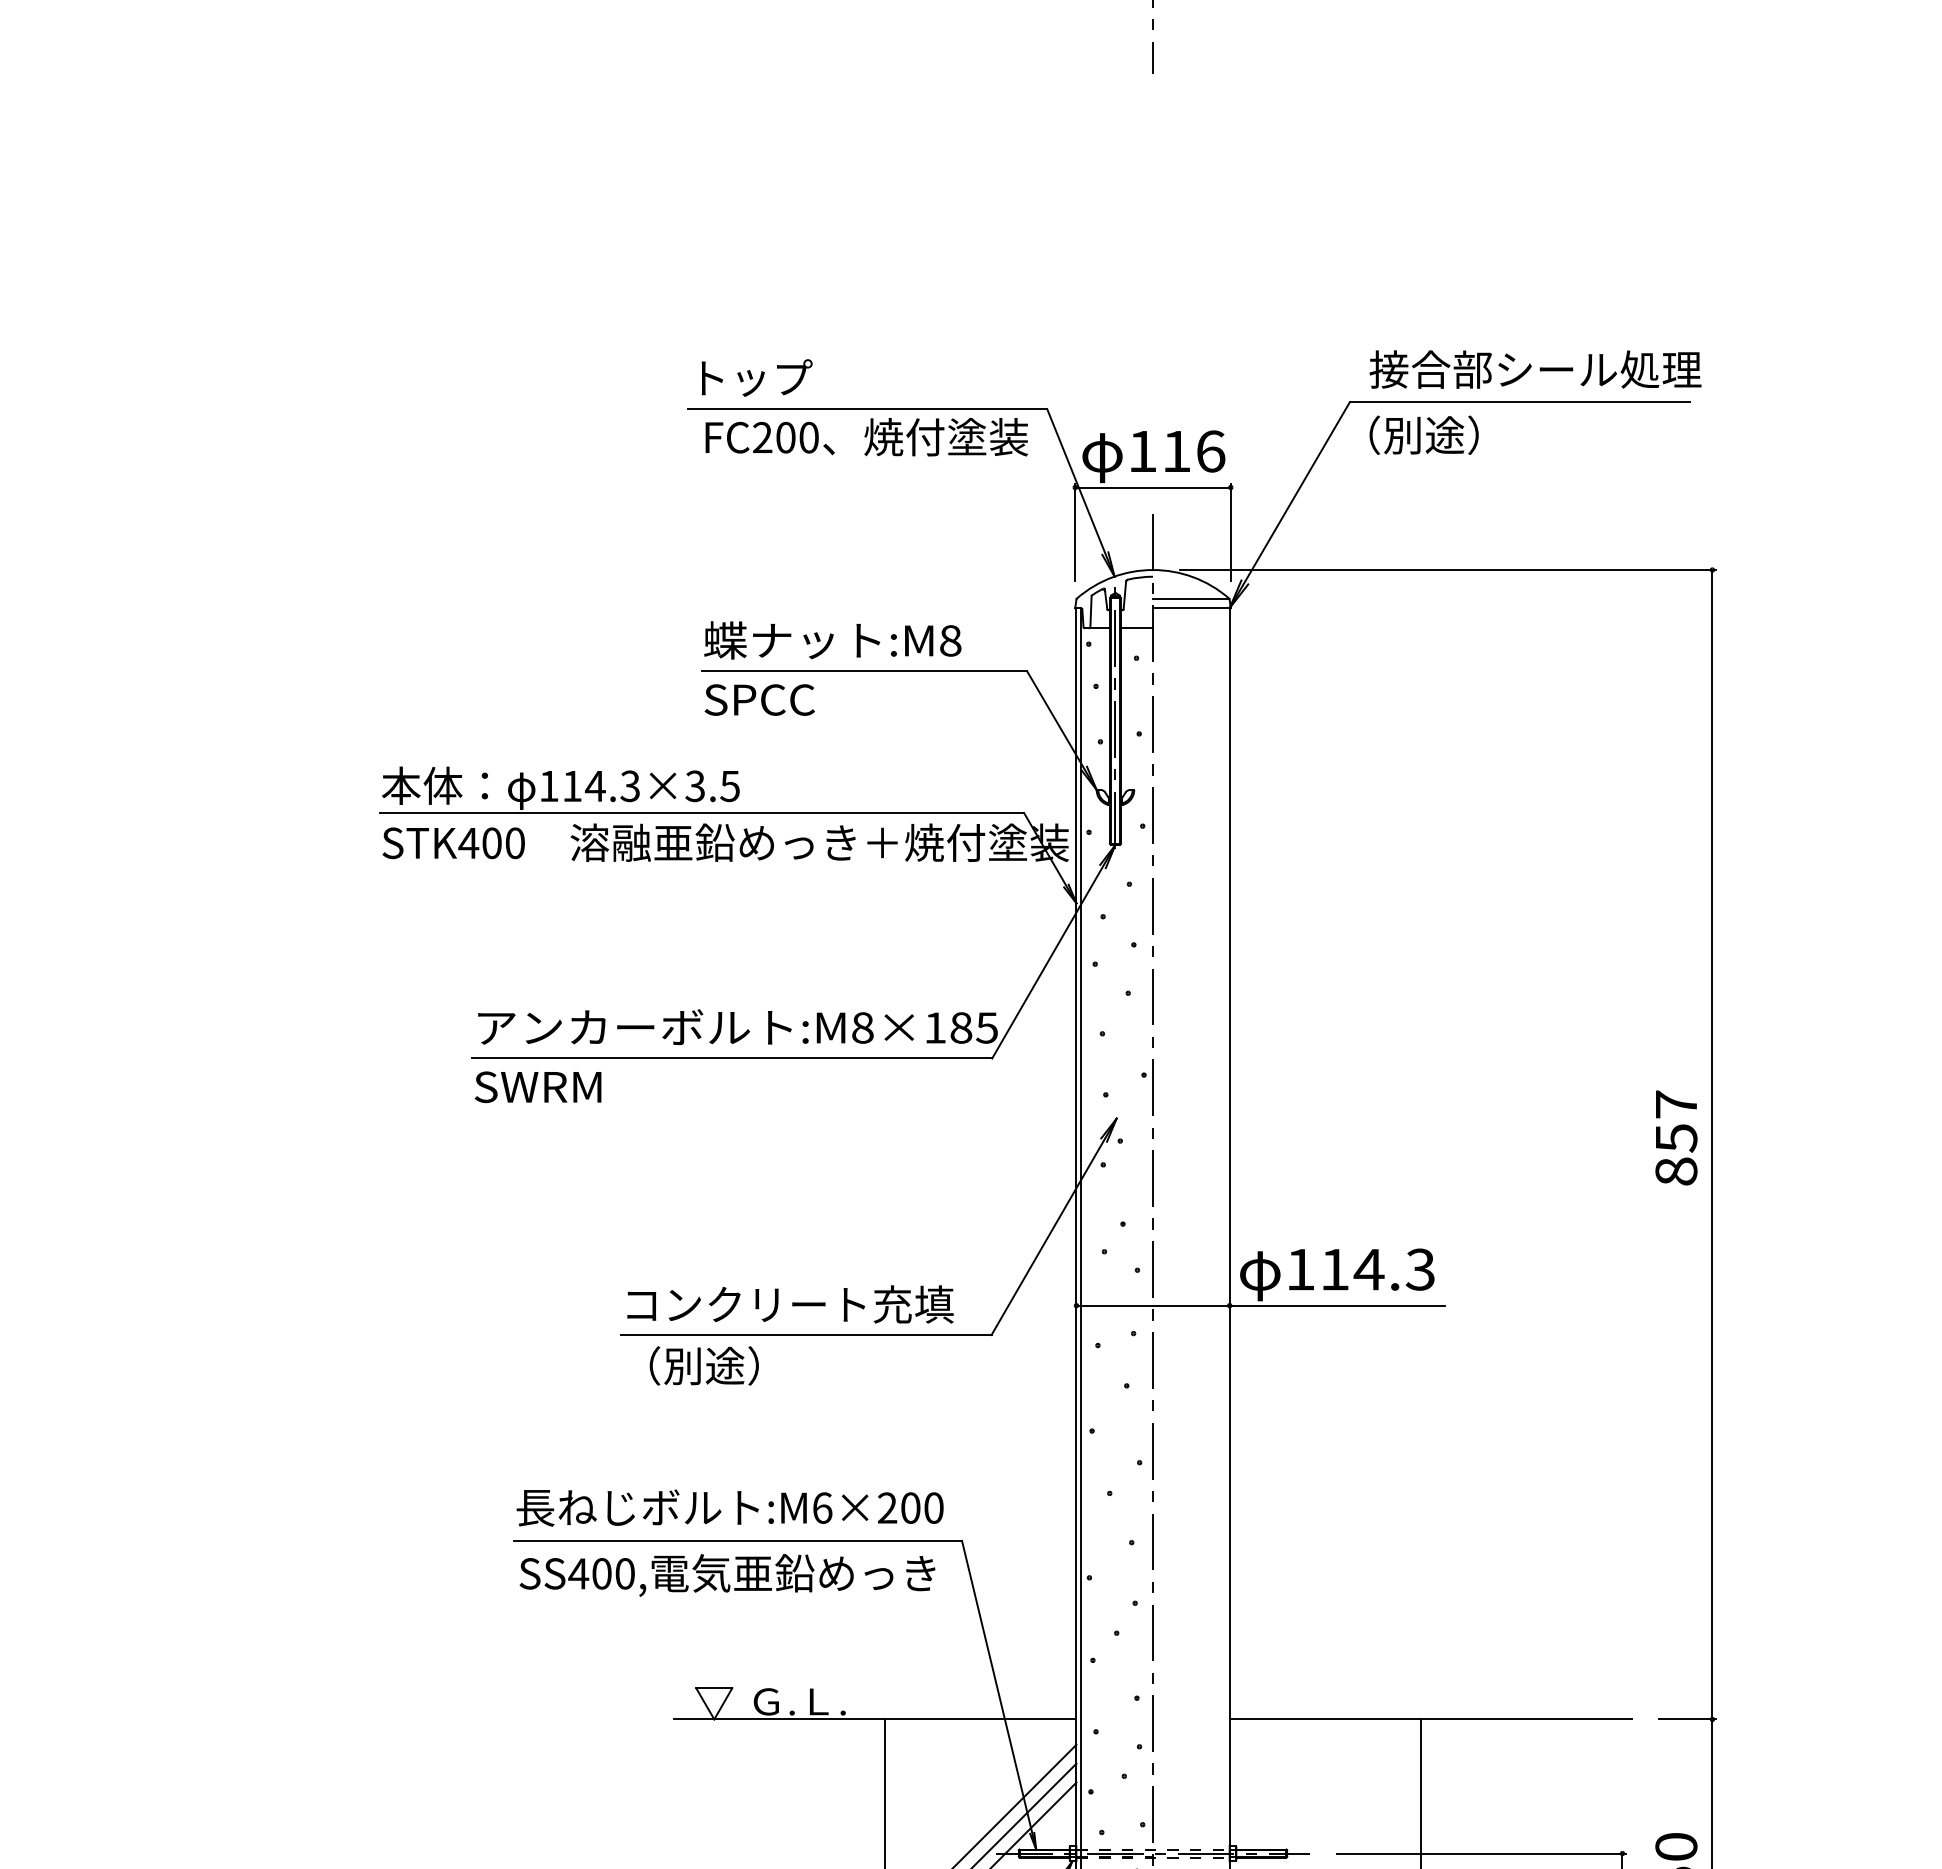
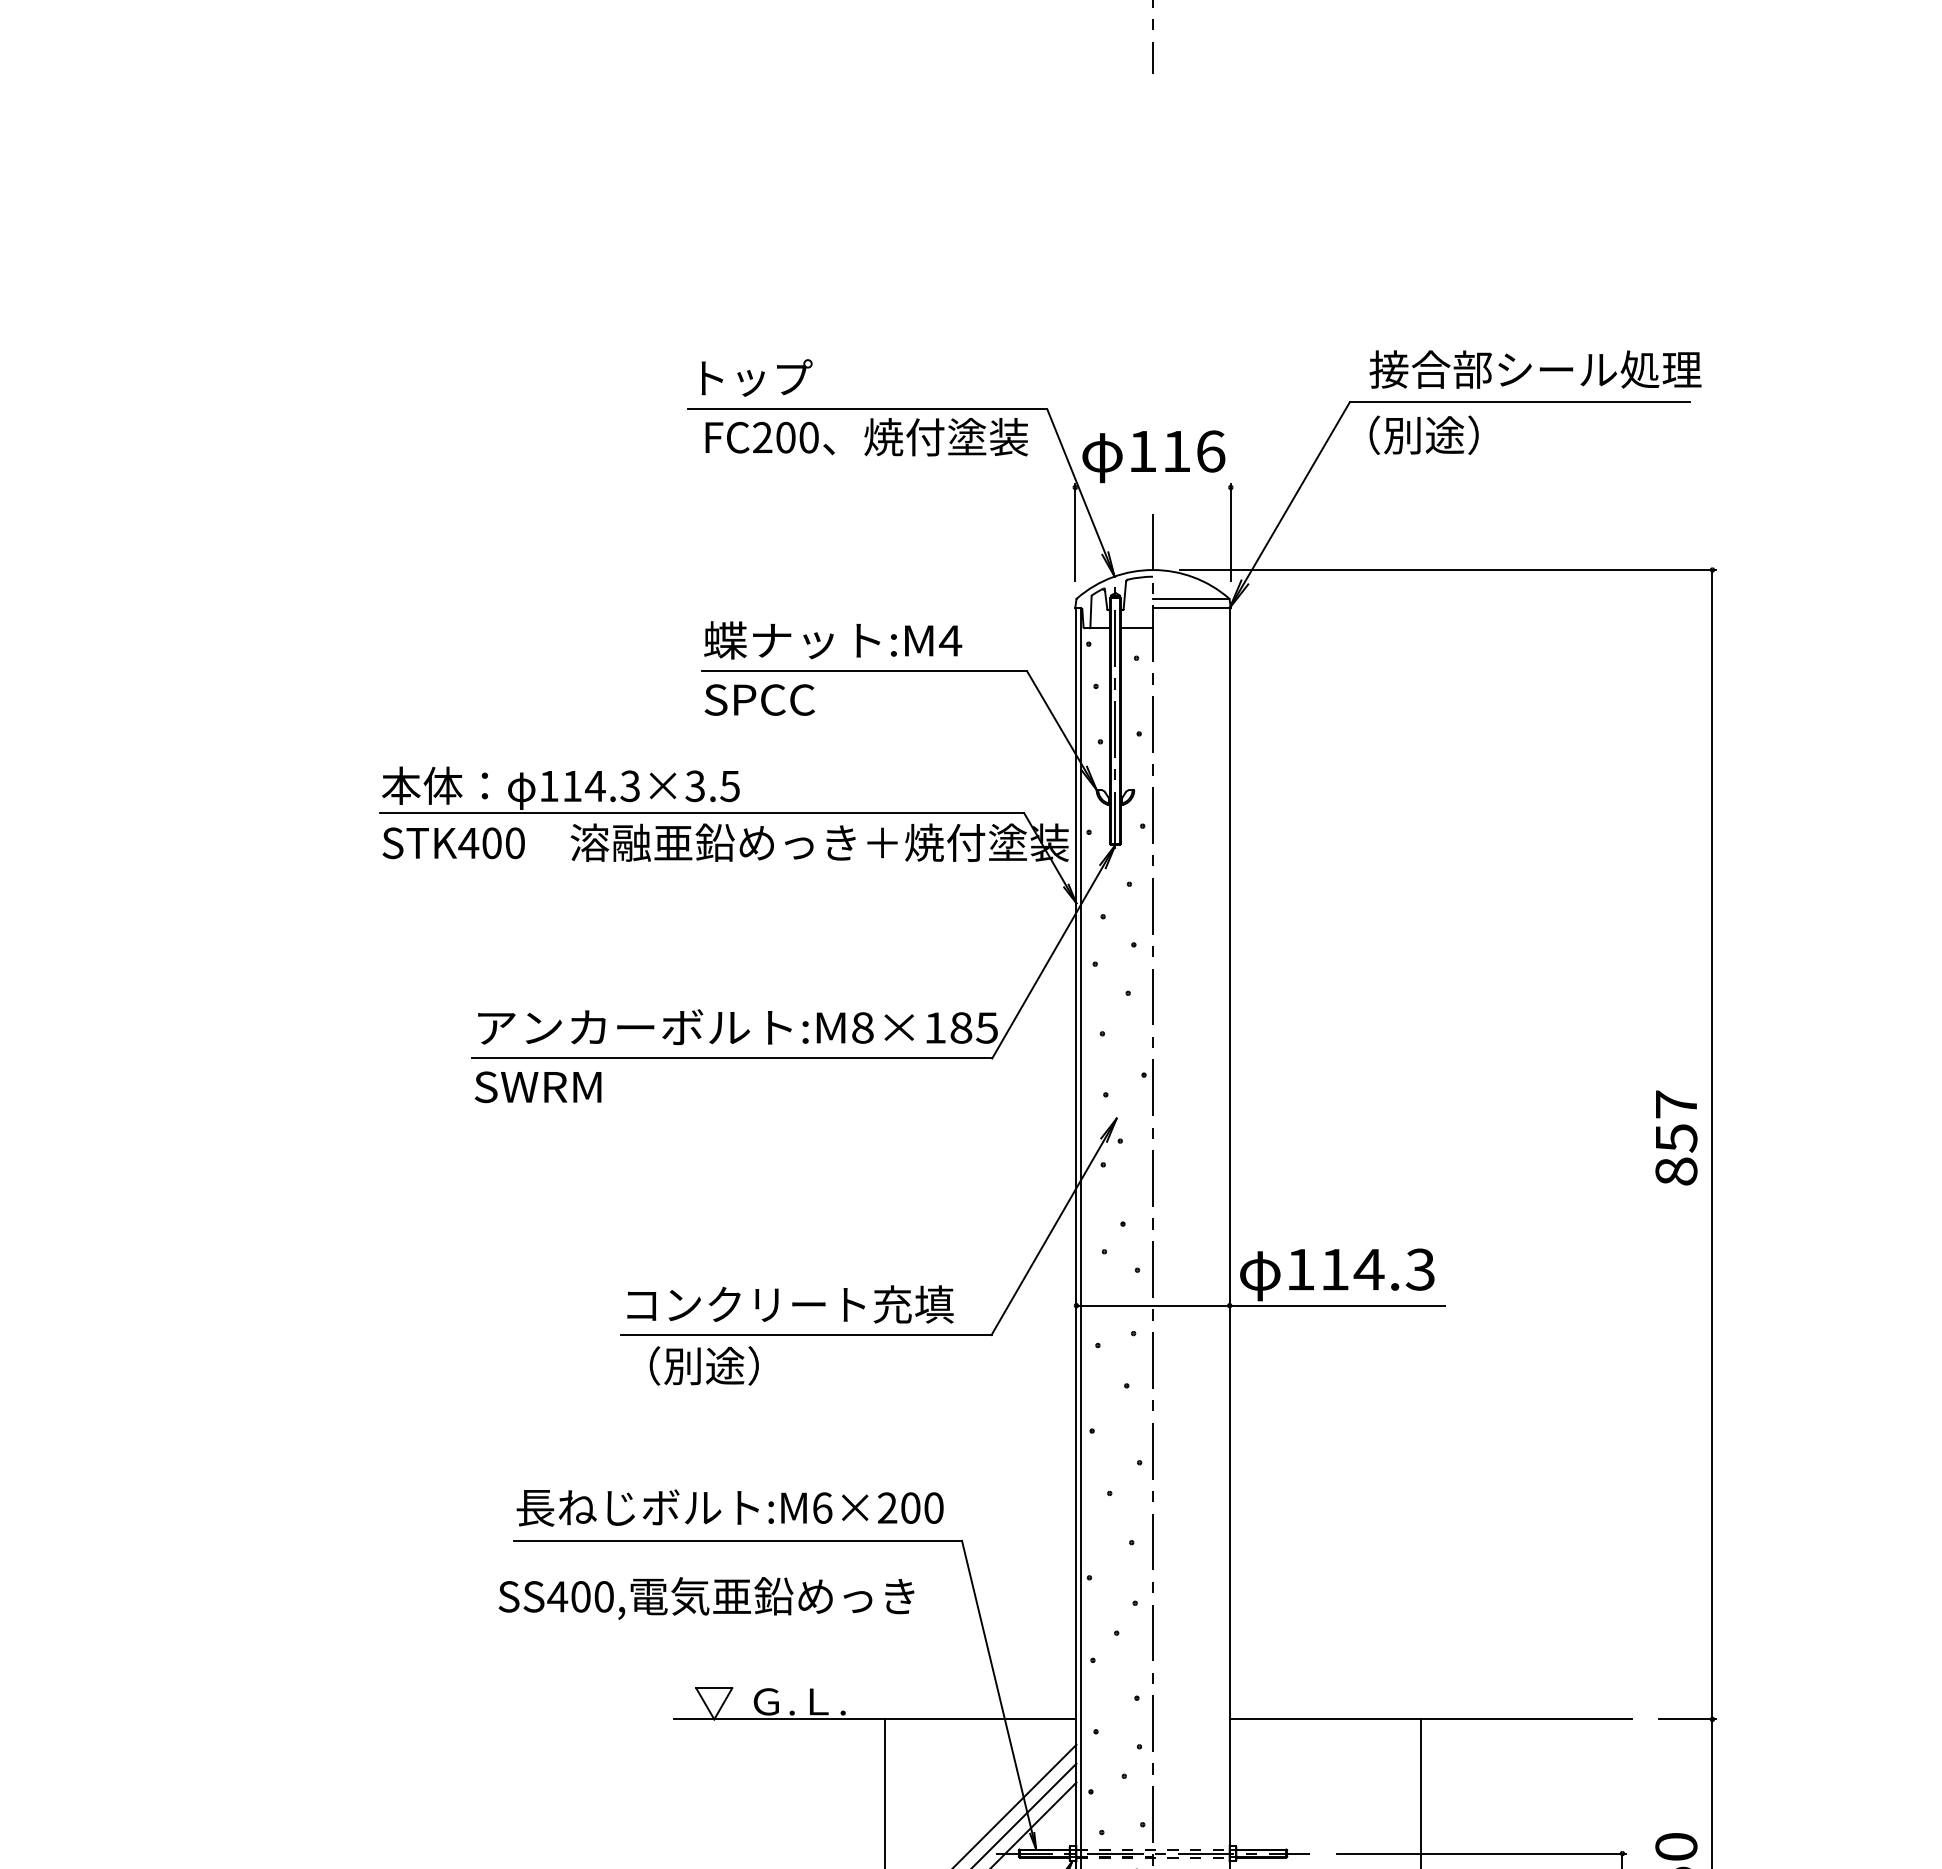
line at (1152, 487): present -> none
text at (950, 640): :M8 -> :M4
text at (727, 1575) position: (727, 1575) -> (706, 1598)
